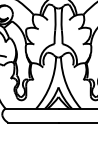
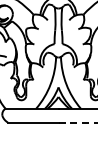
line at (78, 122): solid -> dashed
